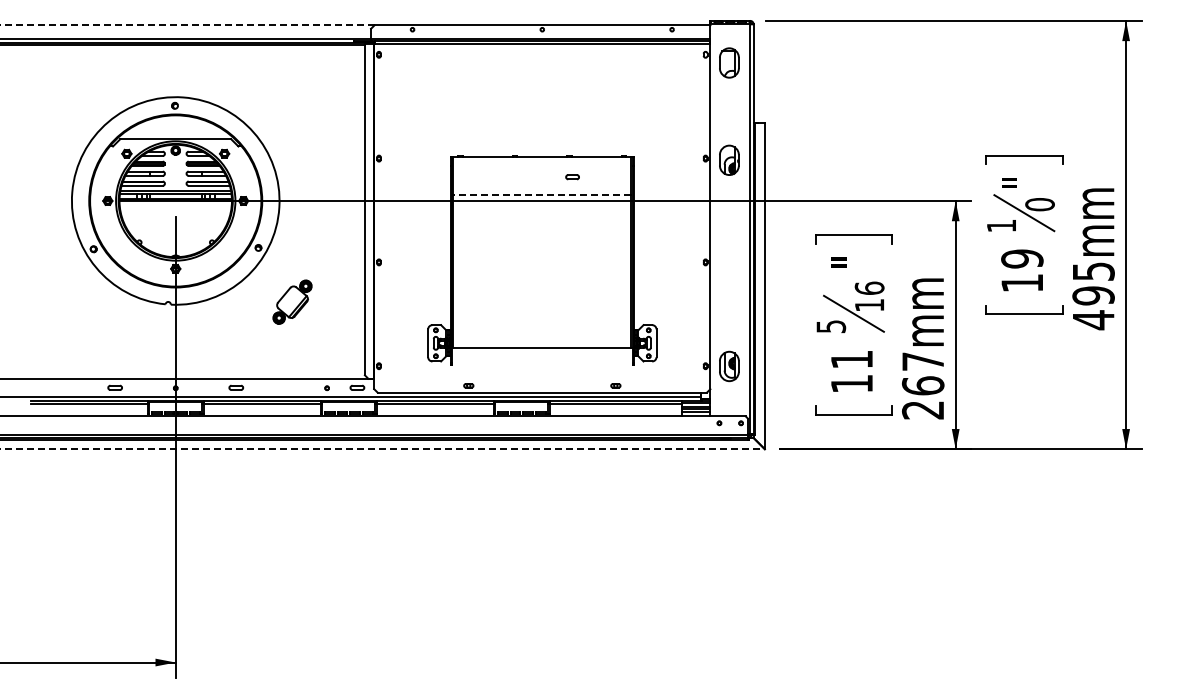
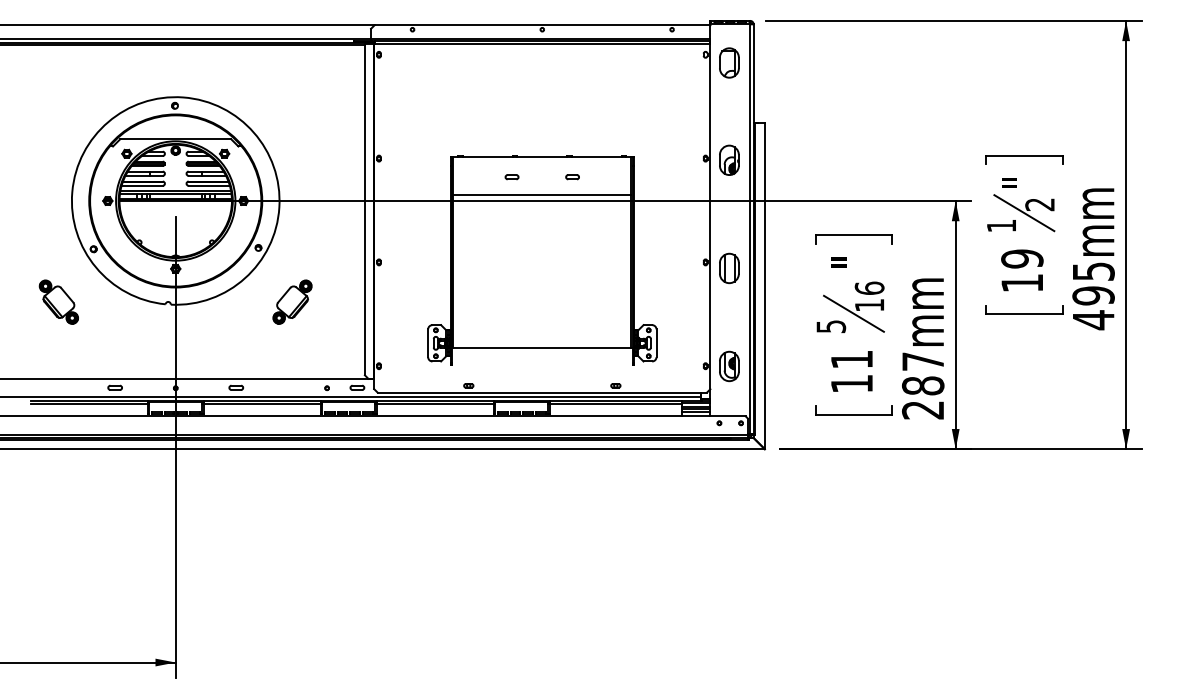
line at (187, 25): dashed -> solid
part at (511, 177): none -> present
line at (541, 194): dashed -> solid
text at (1039, 204): 0 -> 2
part at (729, 268): none -> present
part at (58, 301): none -> present
text at (922, 385): 267mm -> 287mm
line at (383, 449): dashed -> solid
